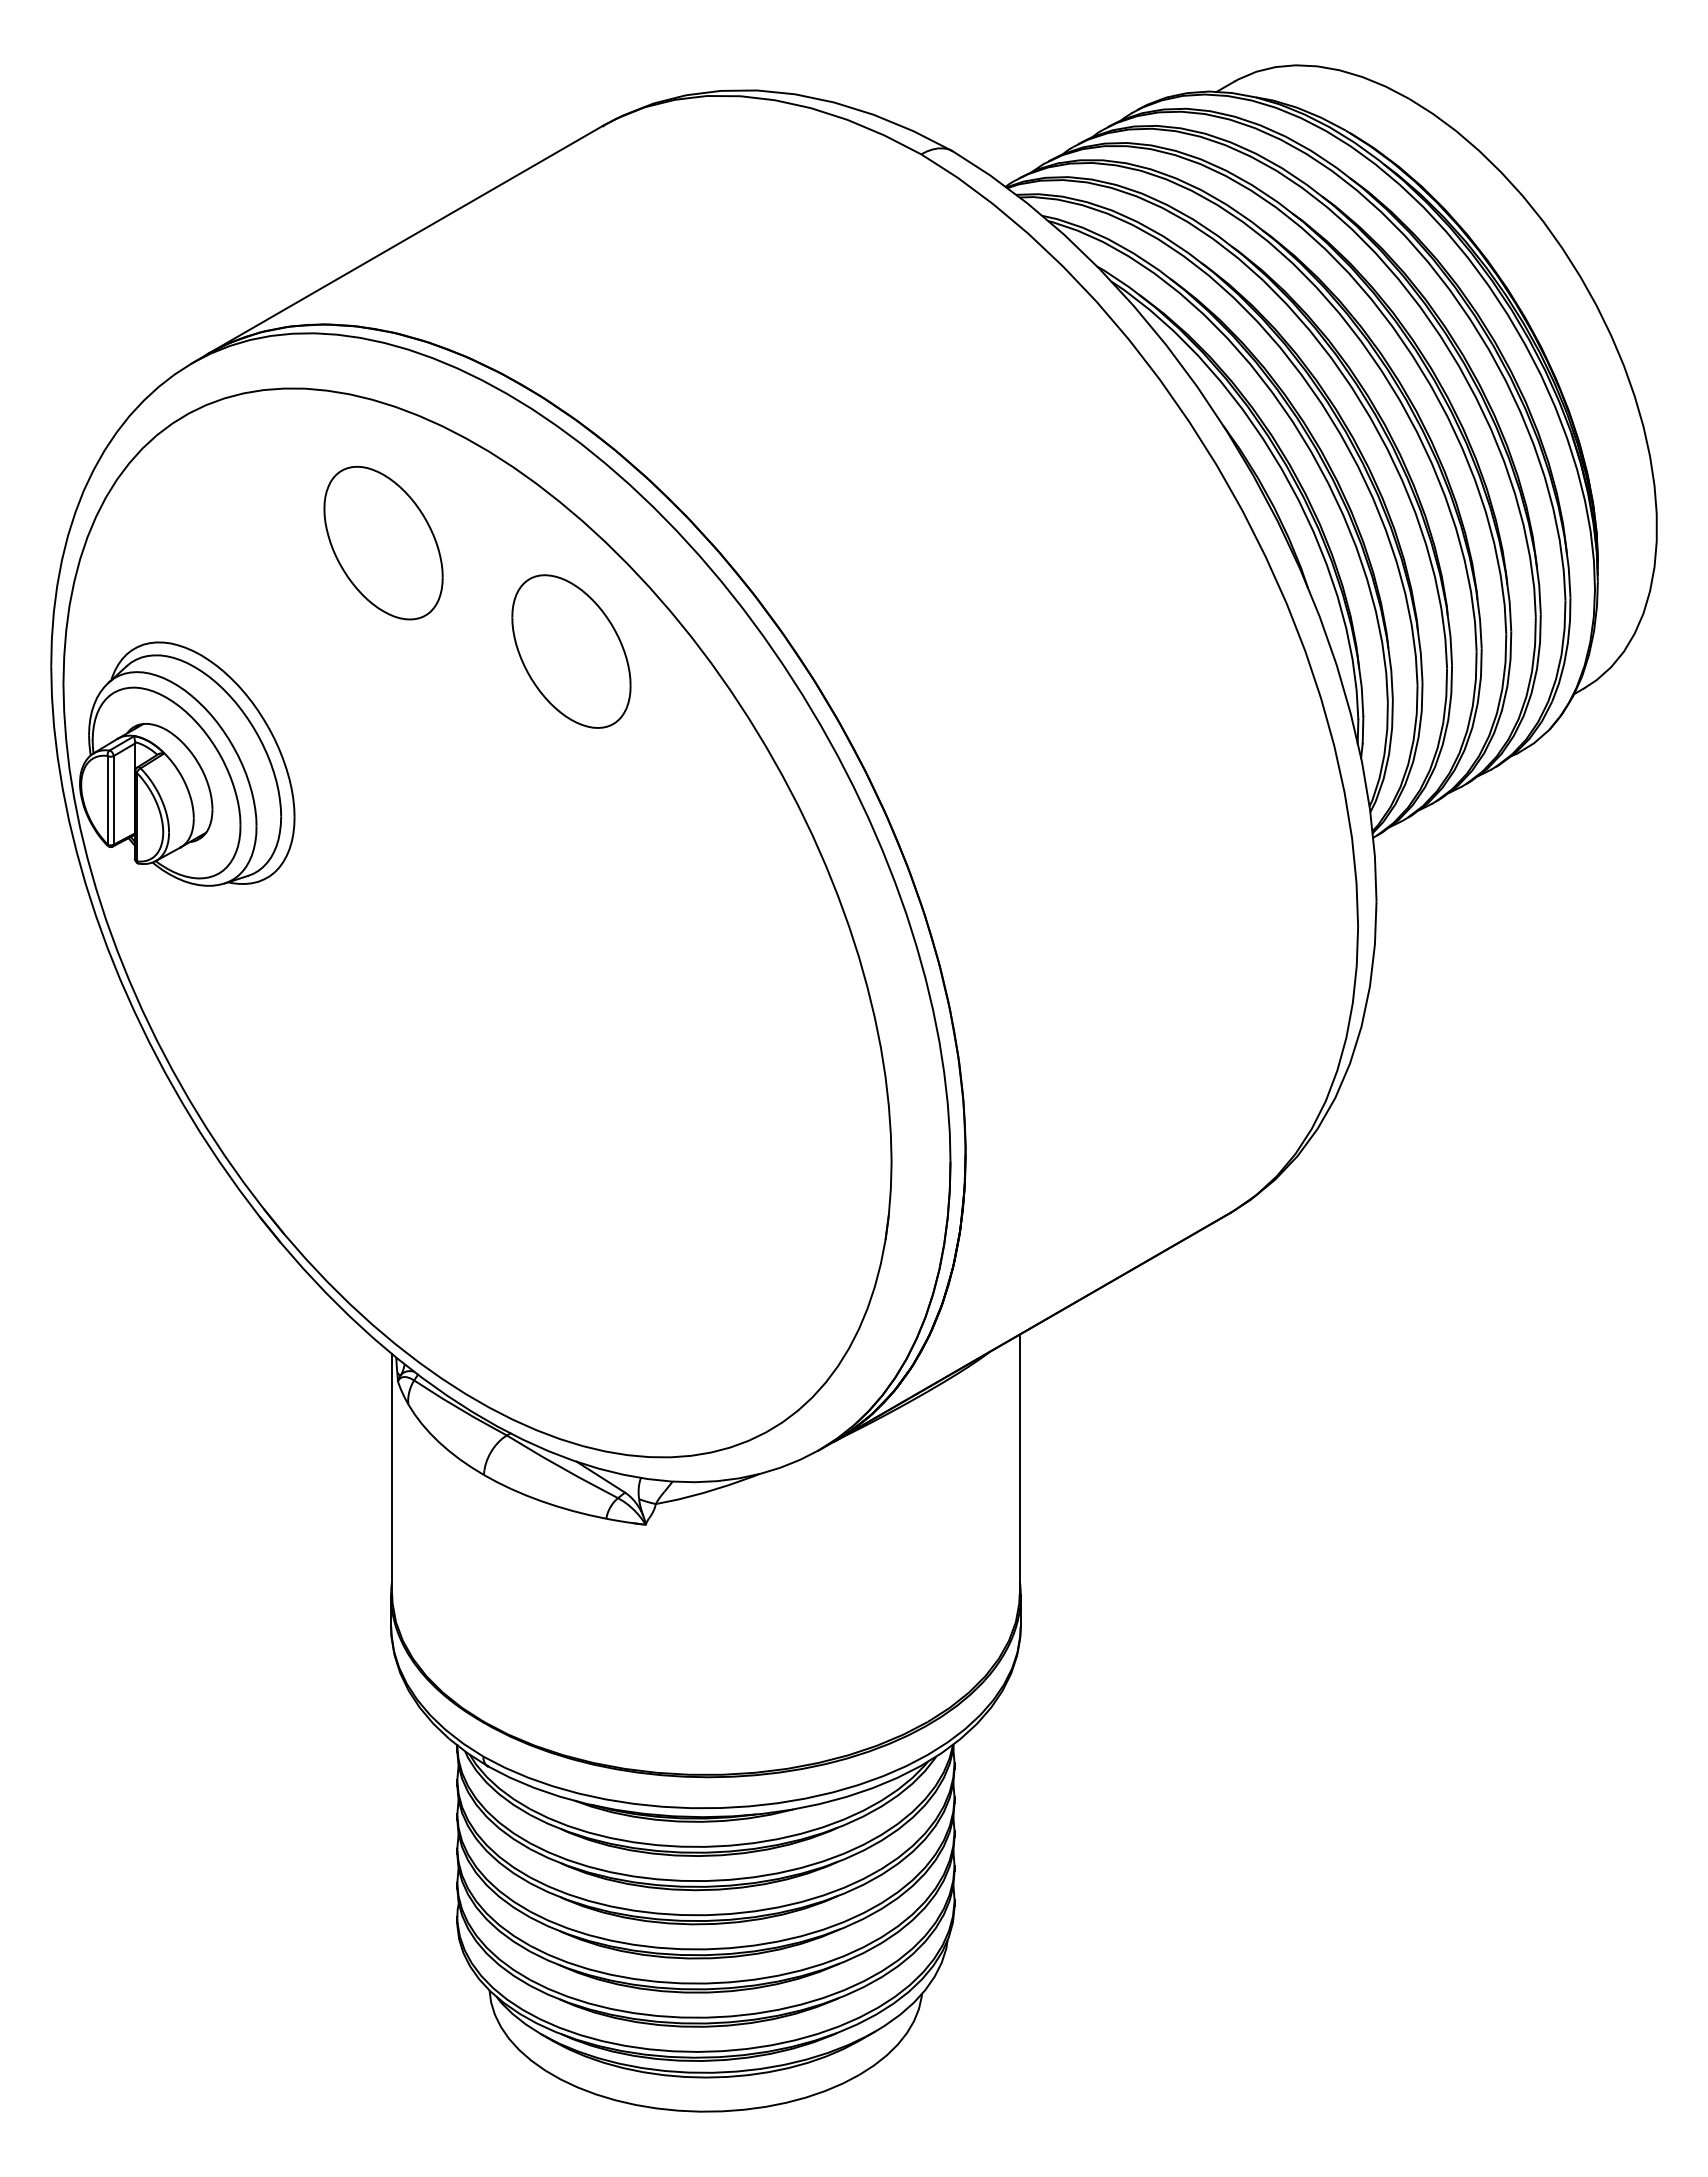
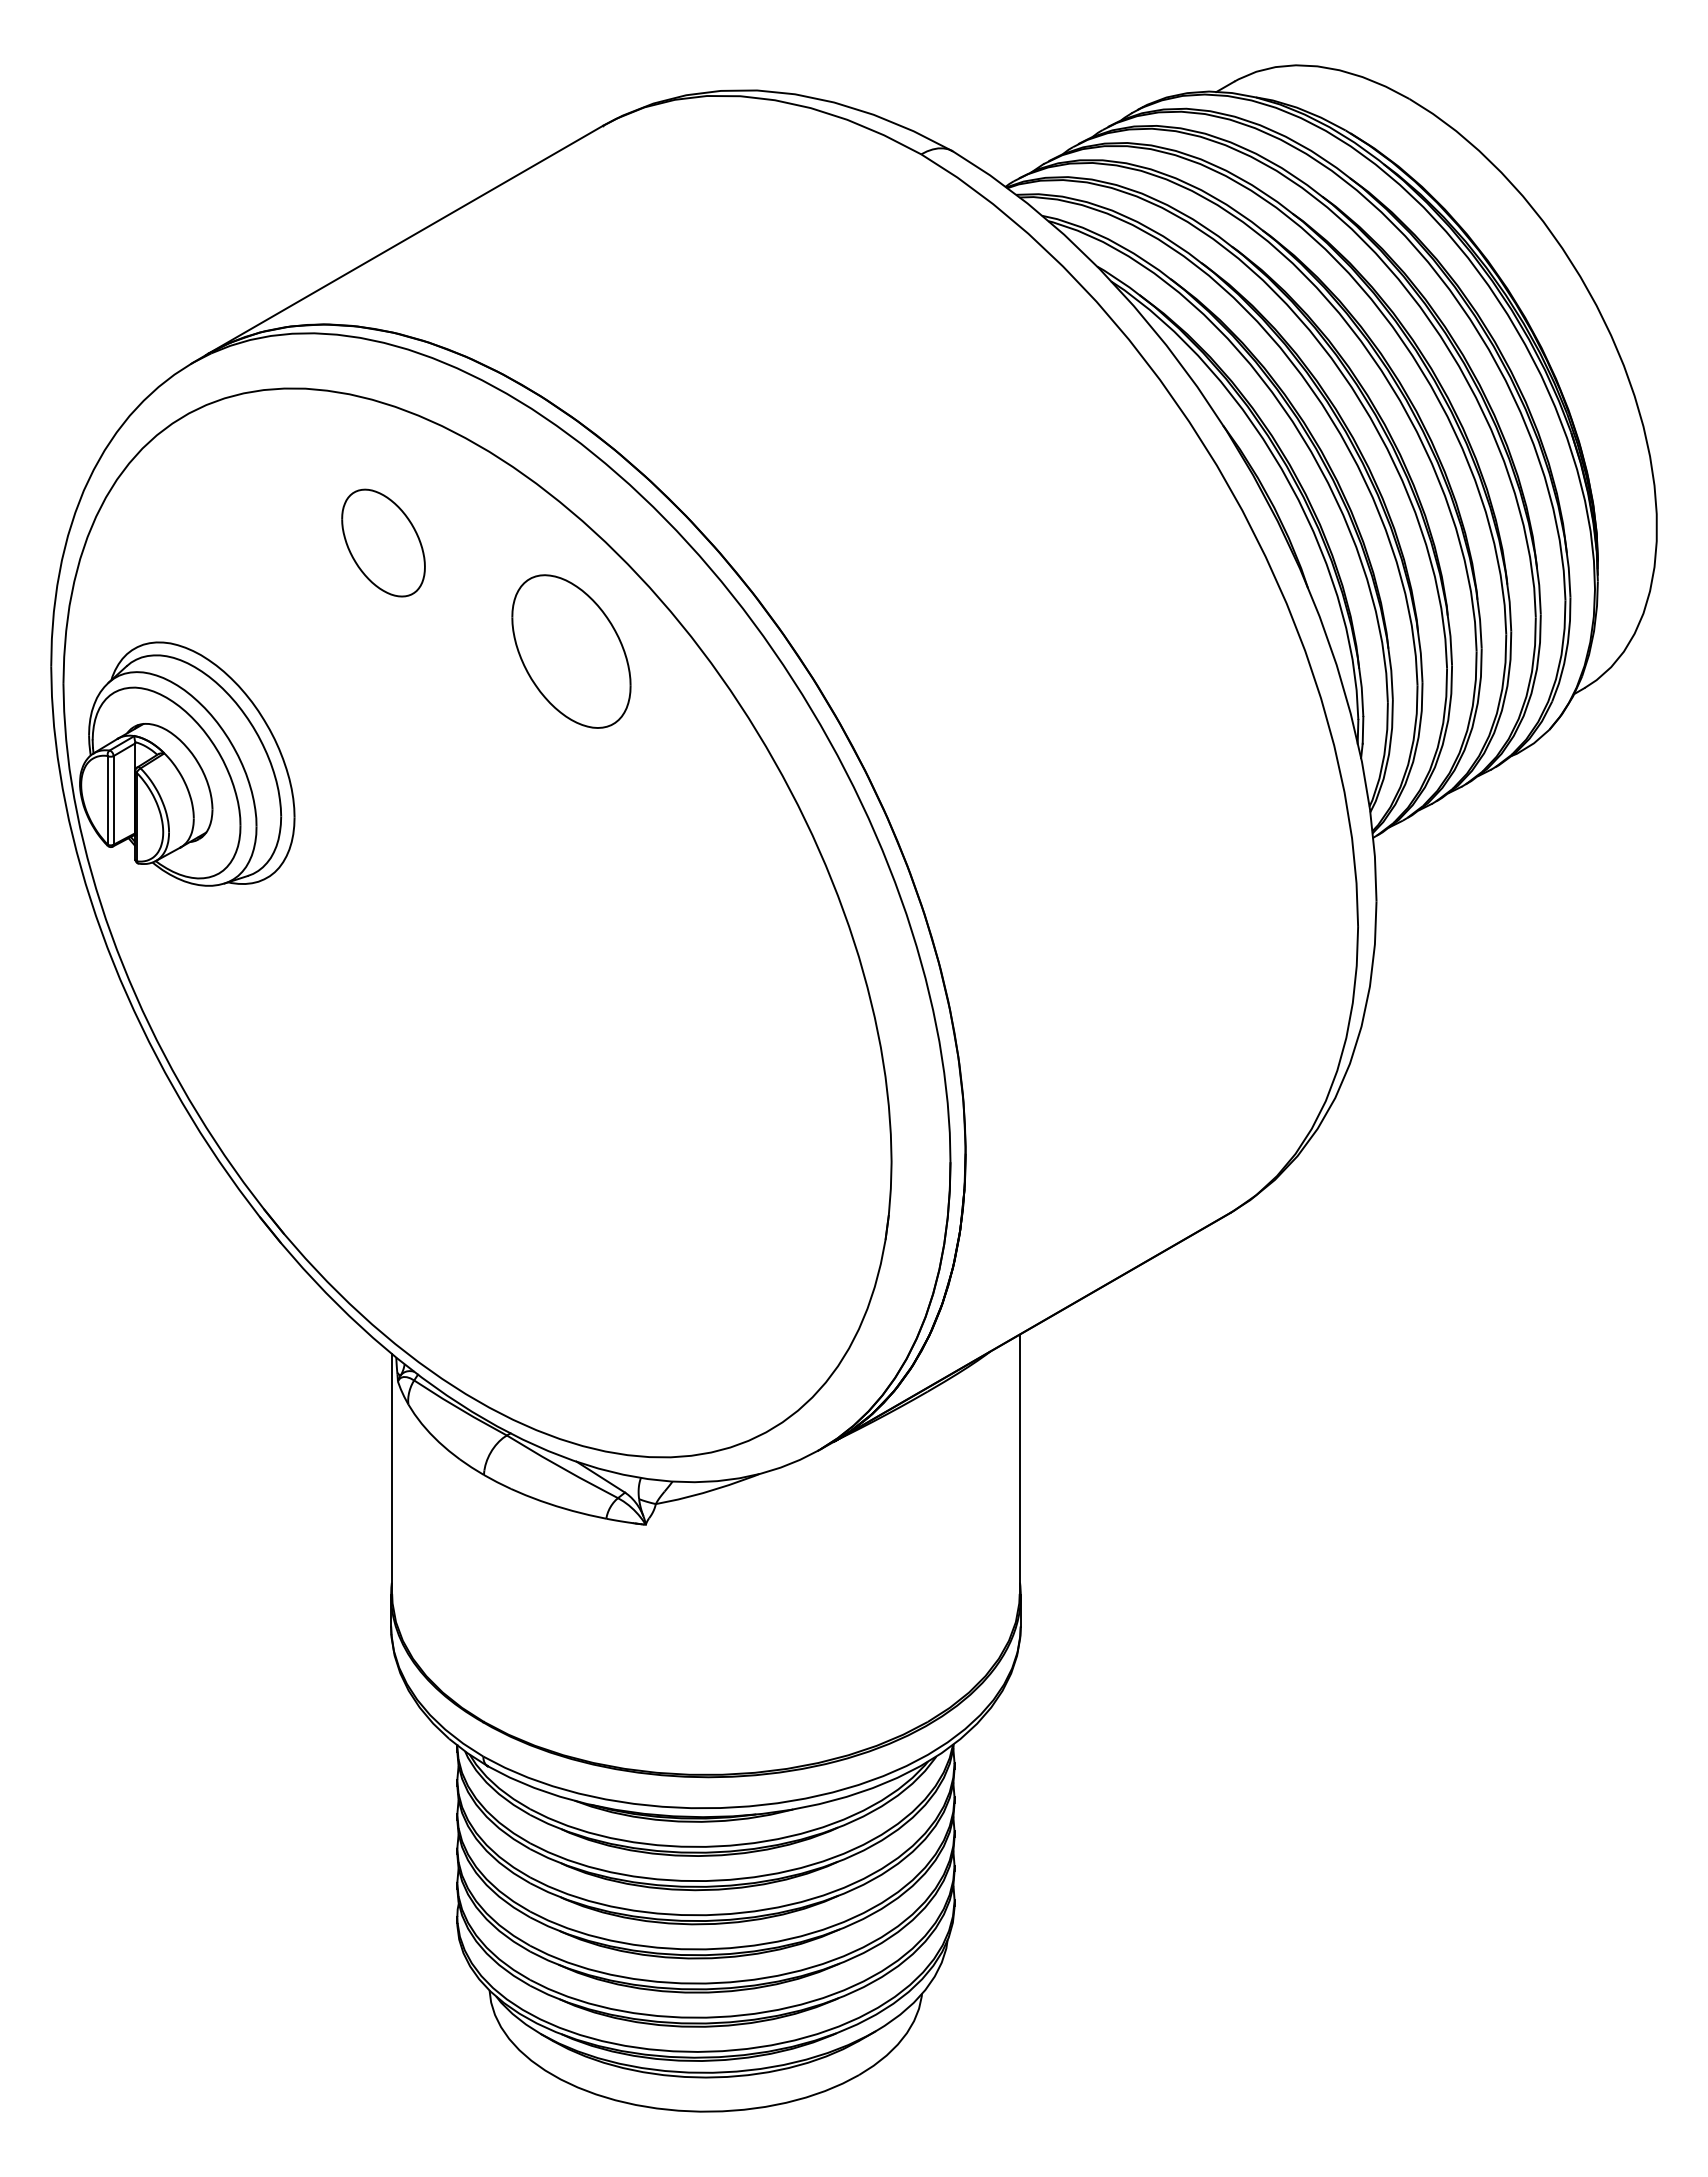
part at (383, 542) size: 121x156 px -> 85x110 px
